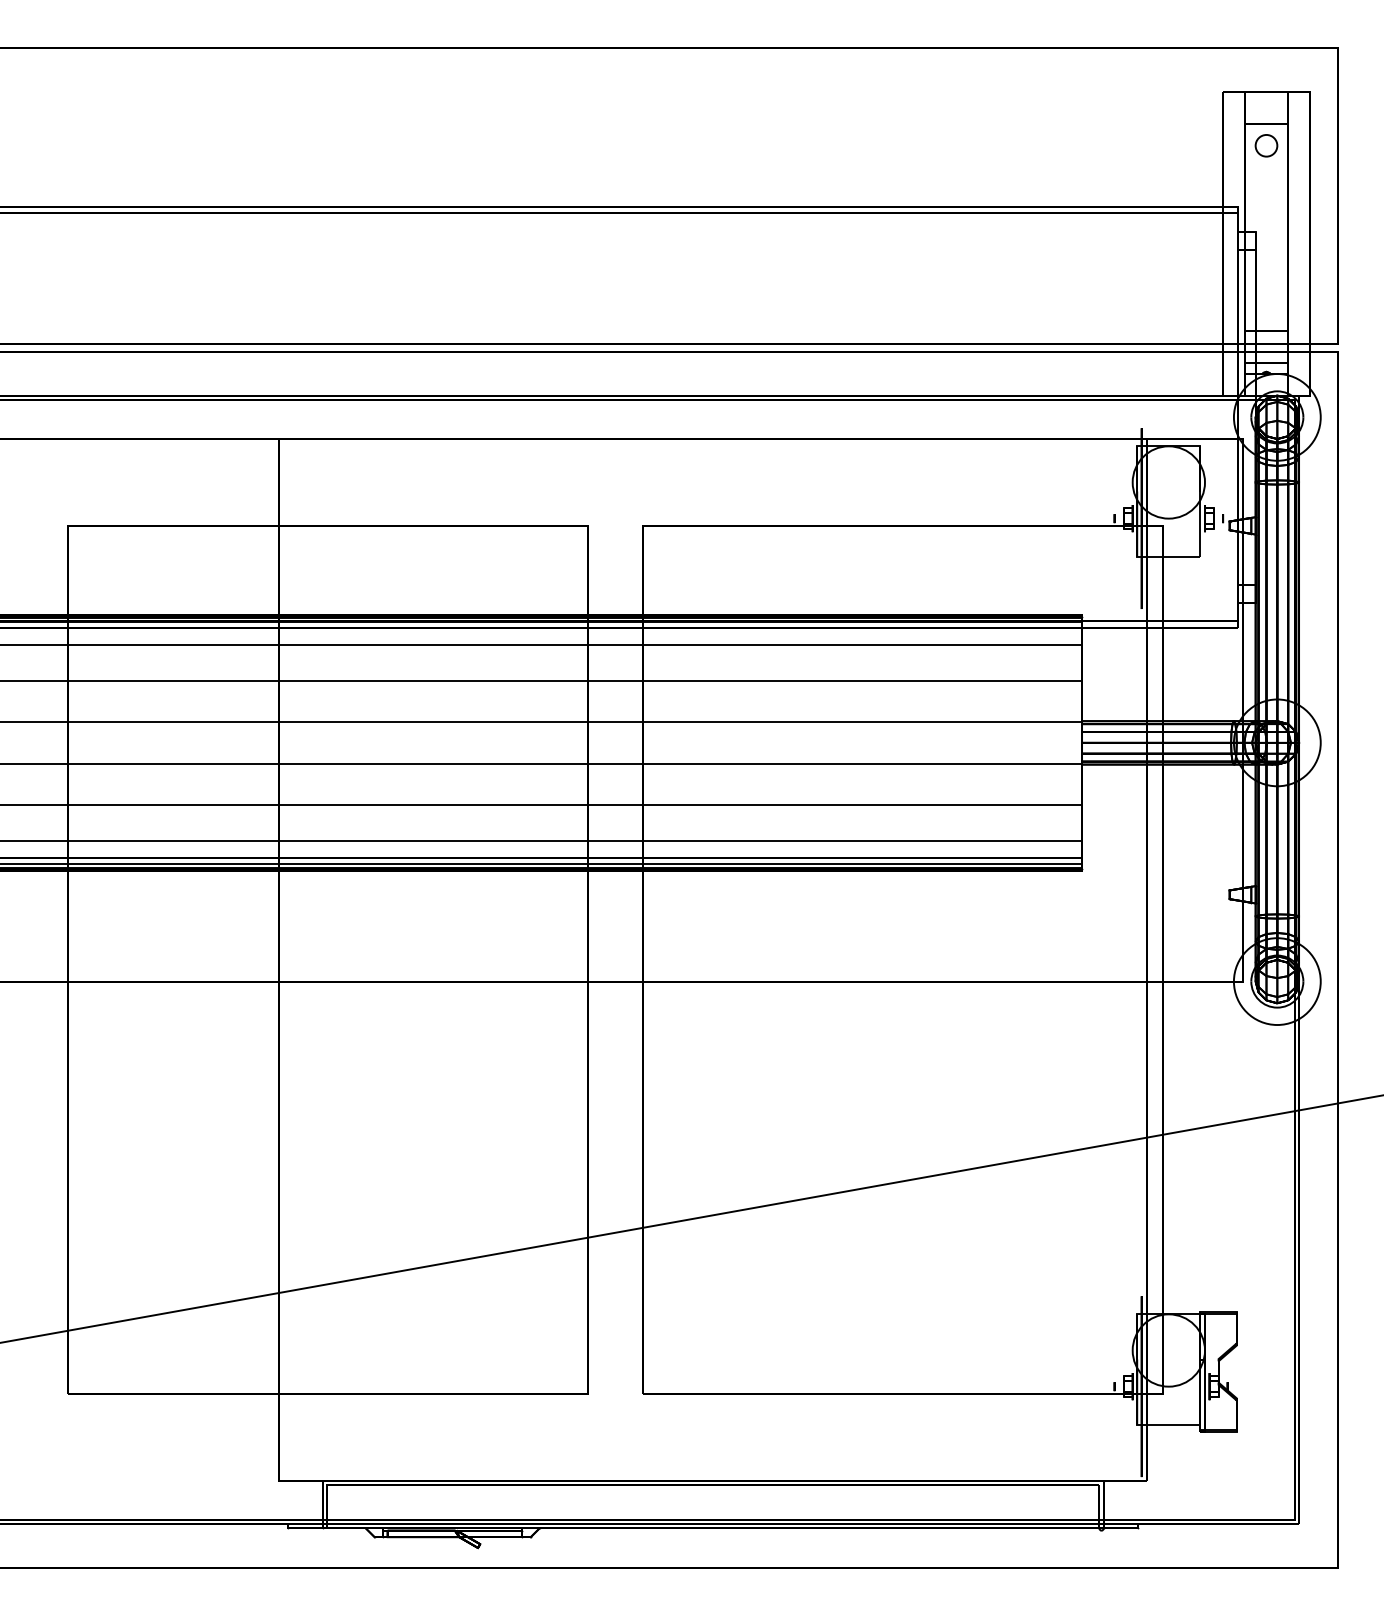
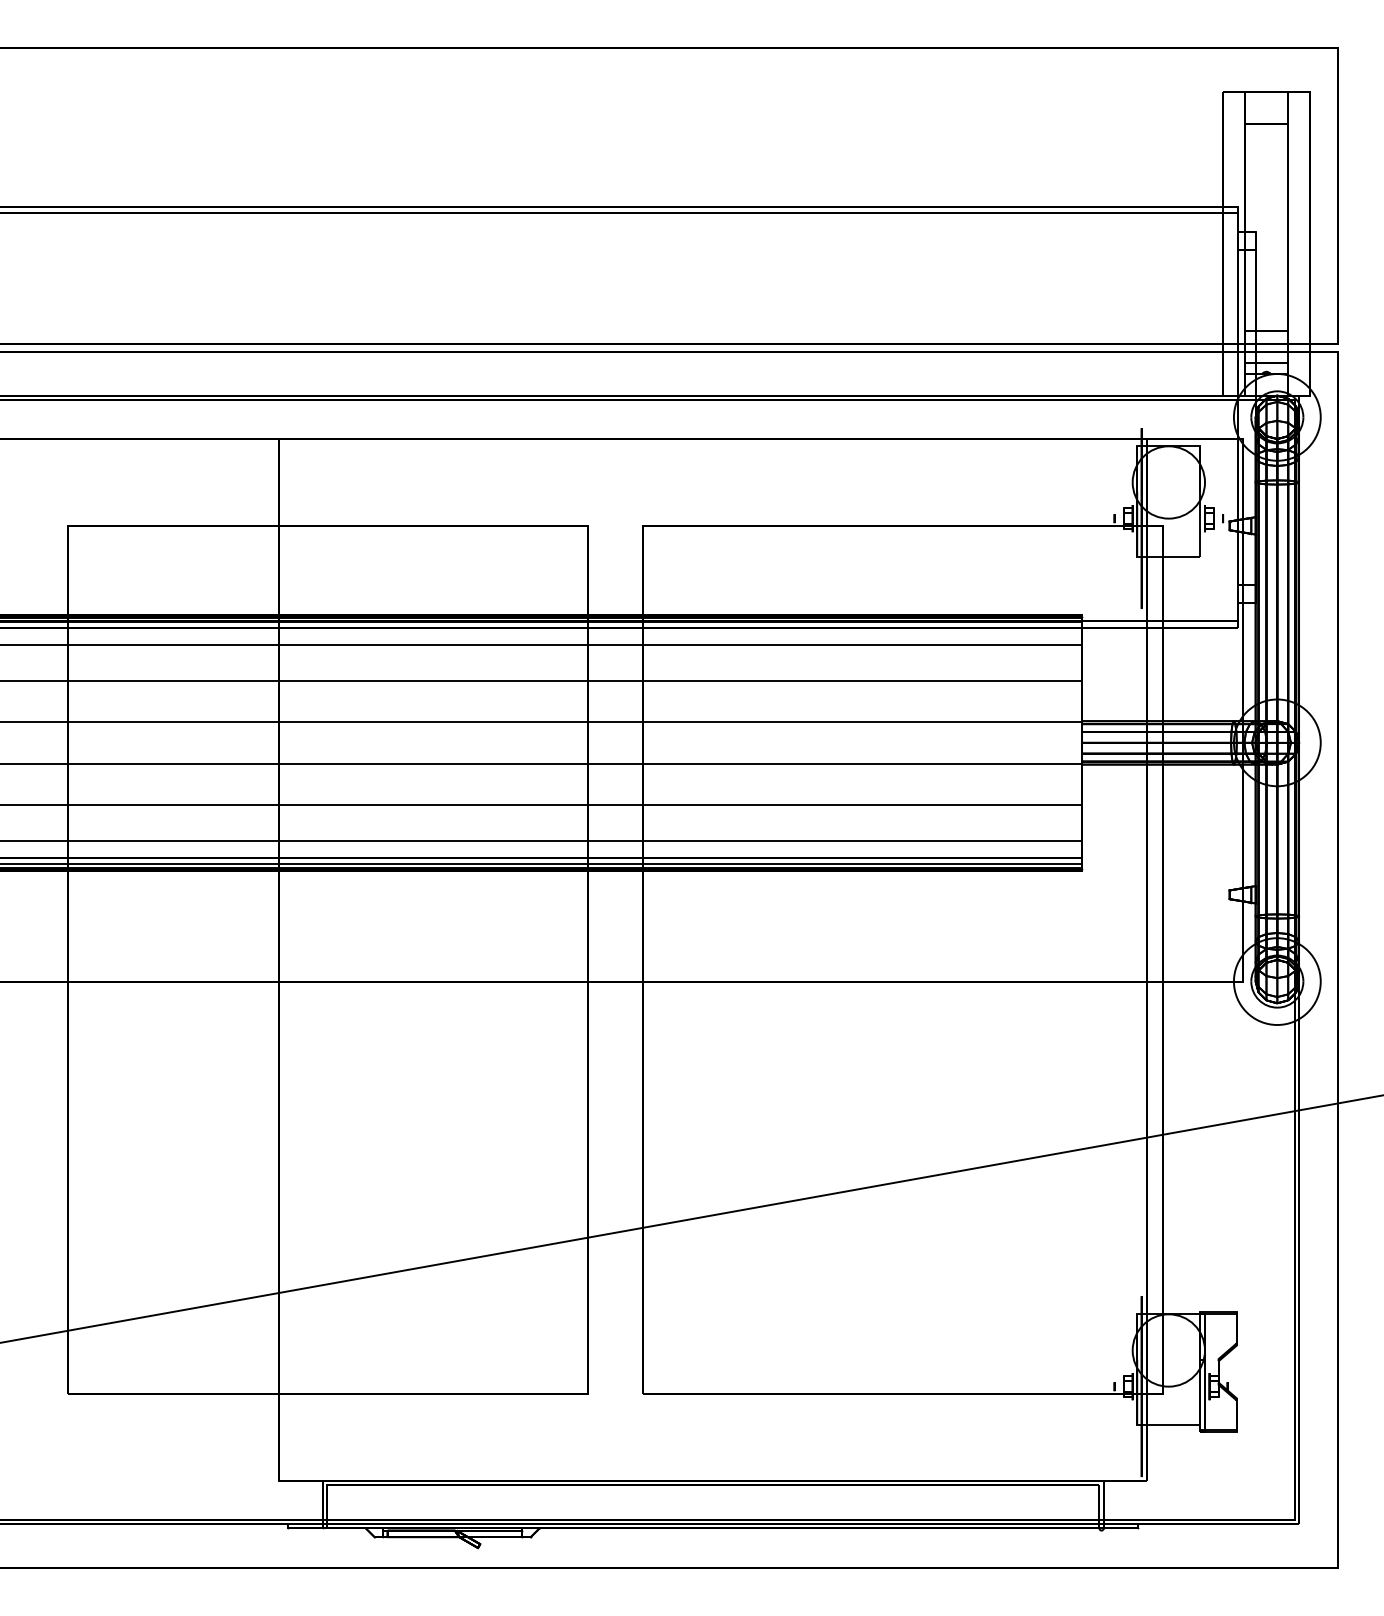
circle at (1266, 145): present -> none
